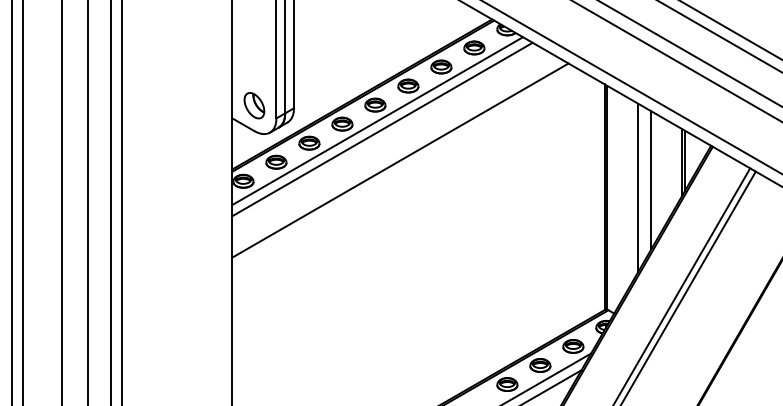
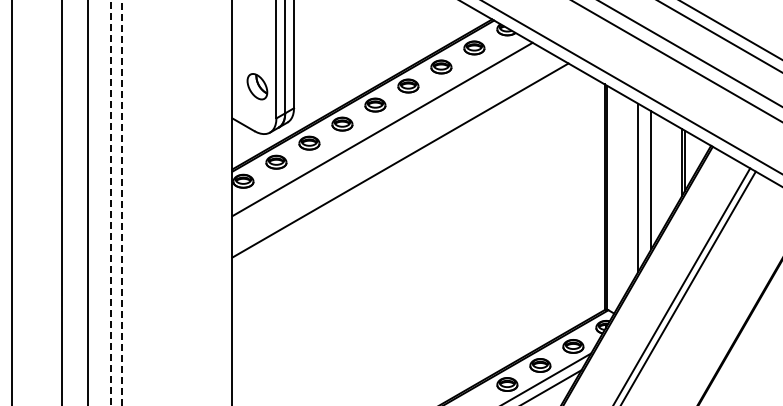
part at (254, 105) position: (254, 105) -> (257, 86)
line at (377, 120): present -> none
line at (23, 202): present -> none
line at (111, 203): solid -> dashed
line at (122, 203): solid -> dashed
